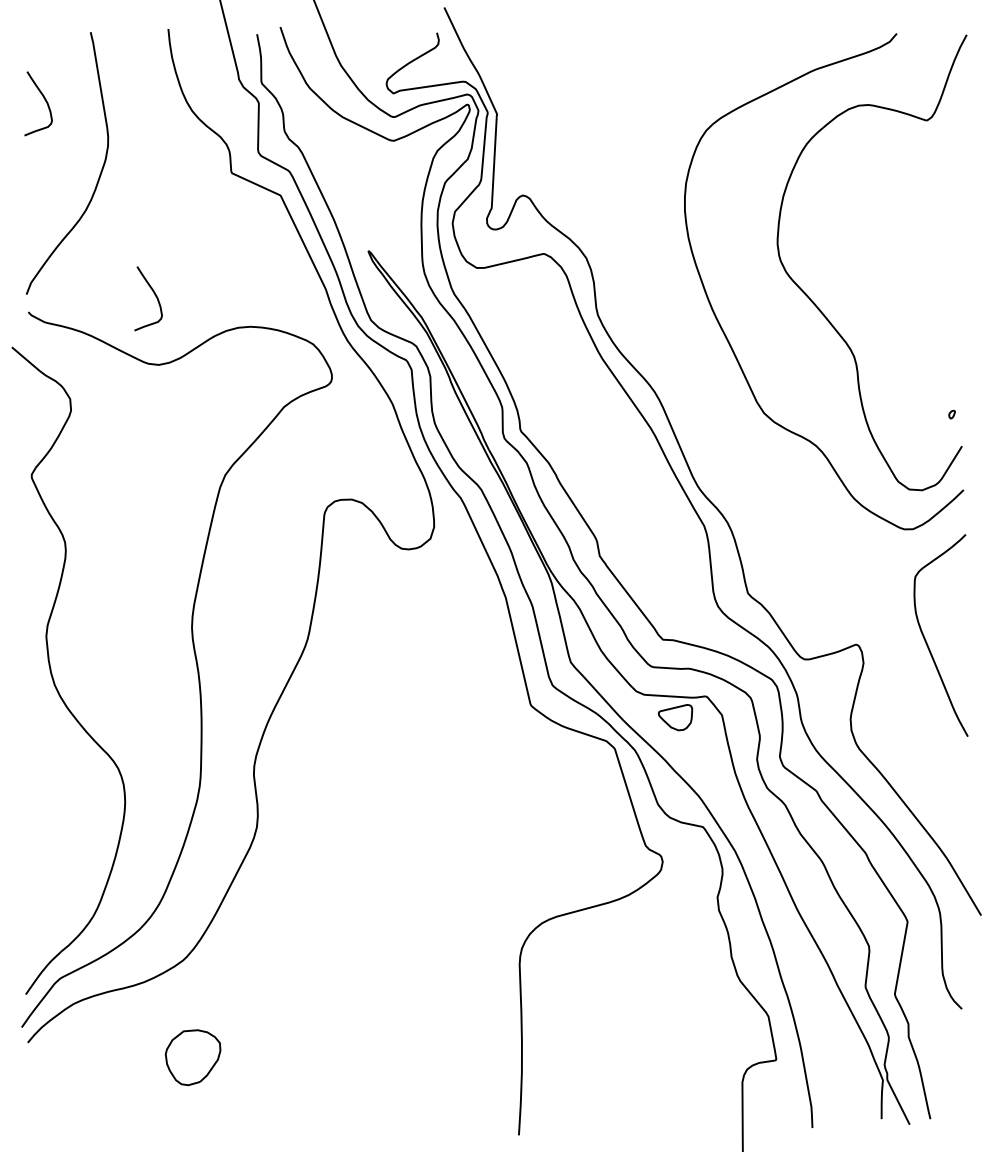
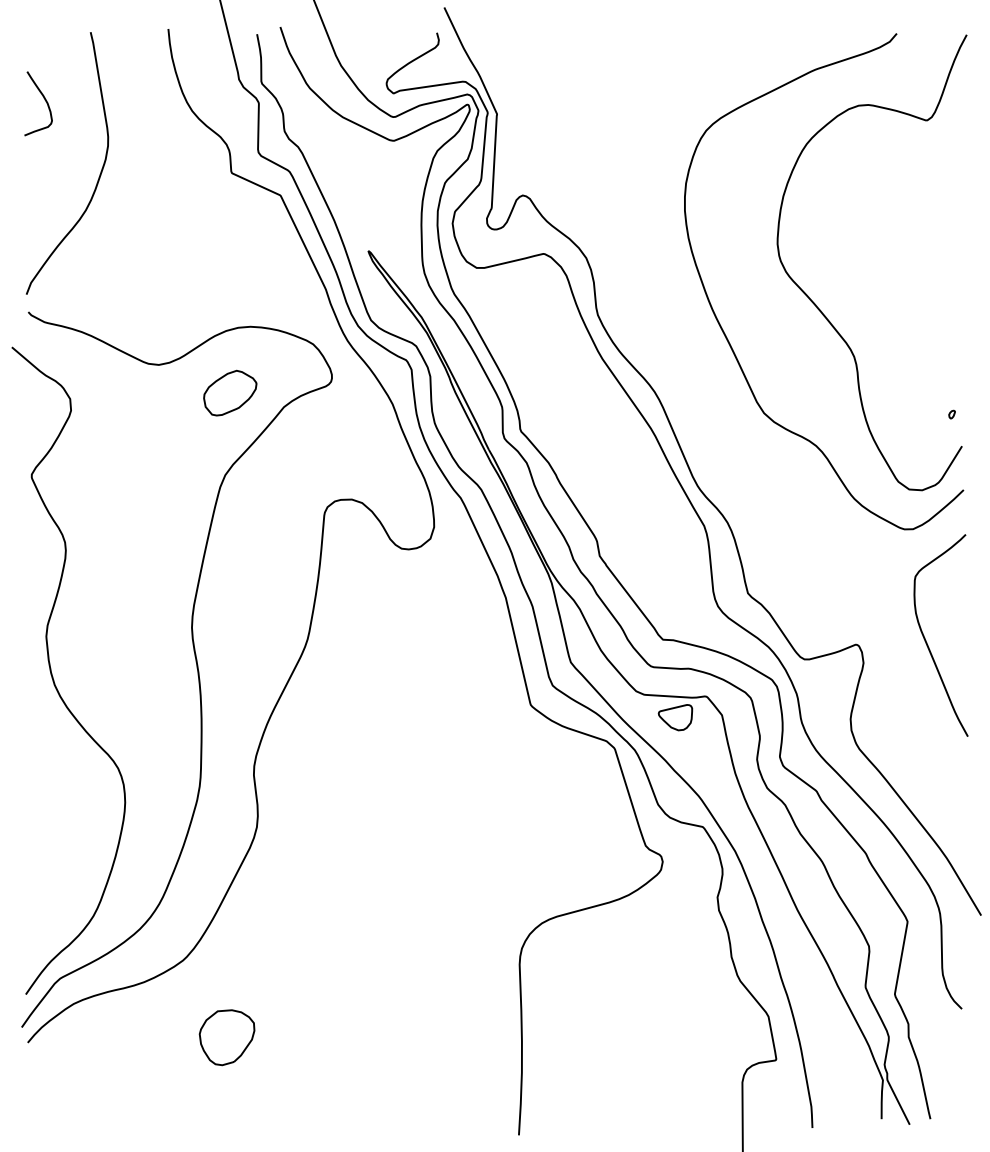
curve at (154, 295): present -> none
part at (230, 392): none -> present
part at (192, 1057) position: (192, 1057) -> (226, 1037)
